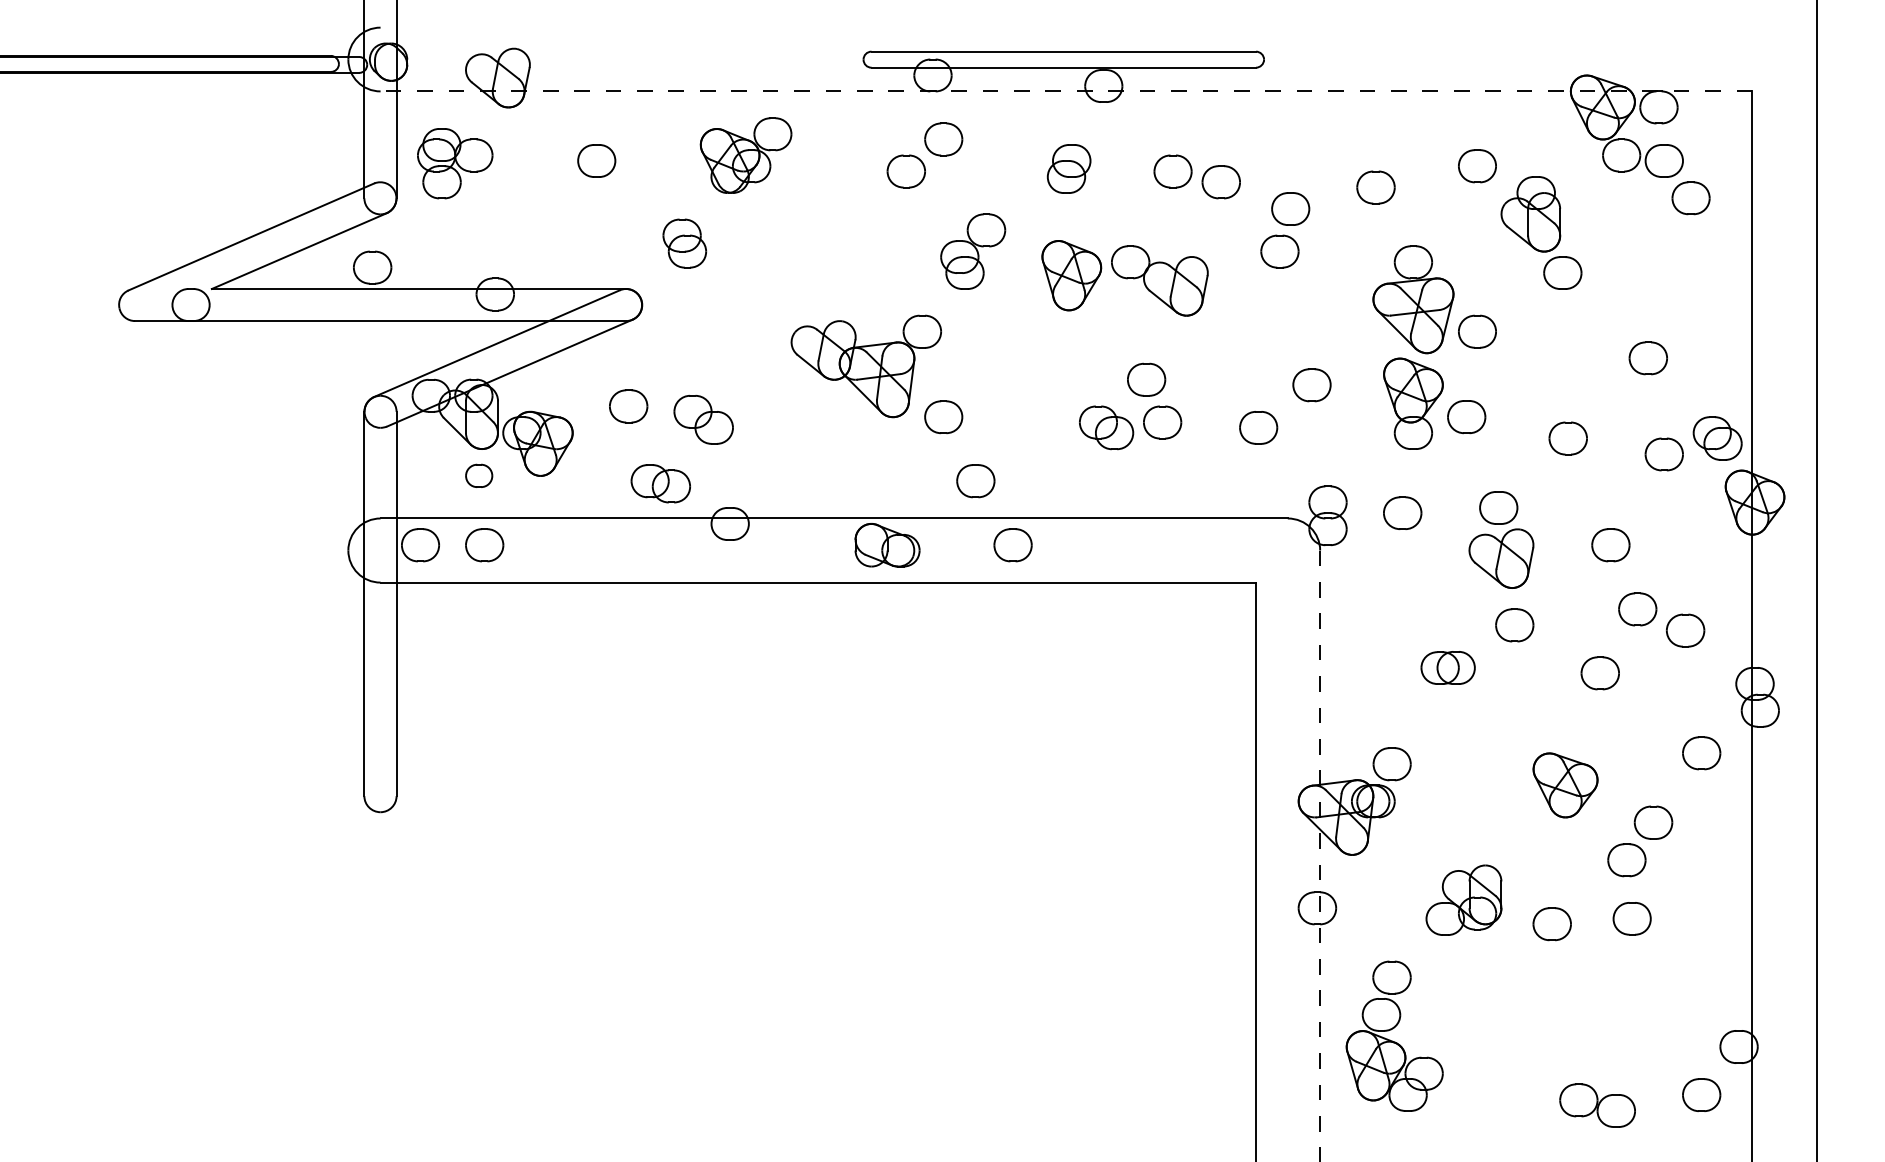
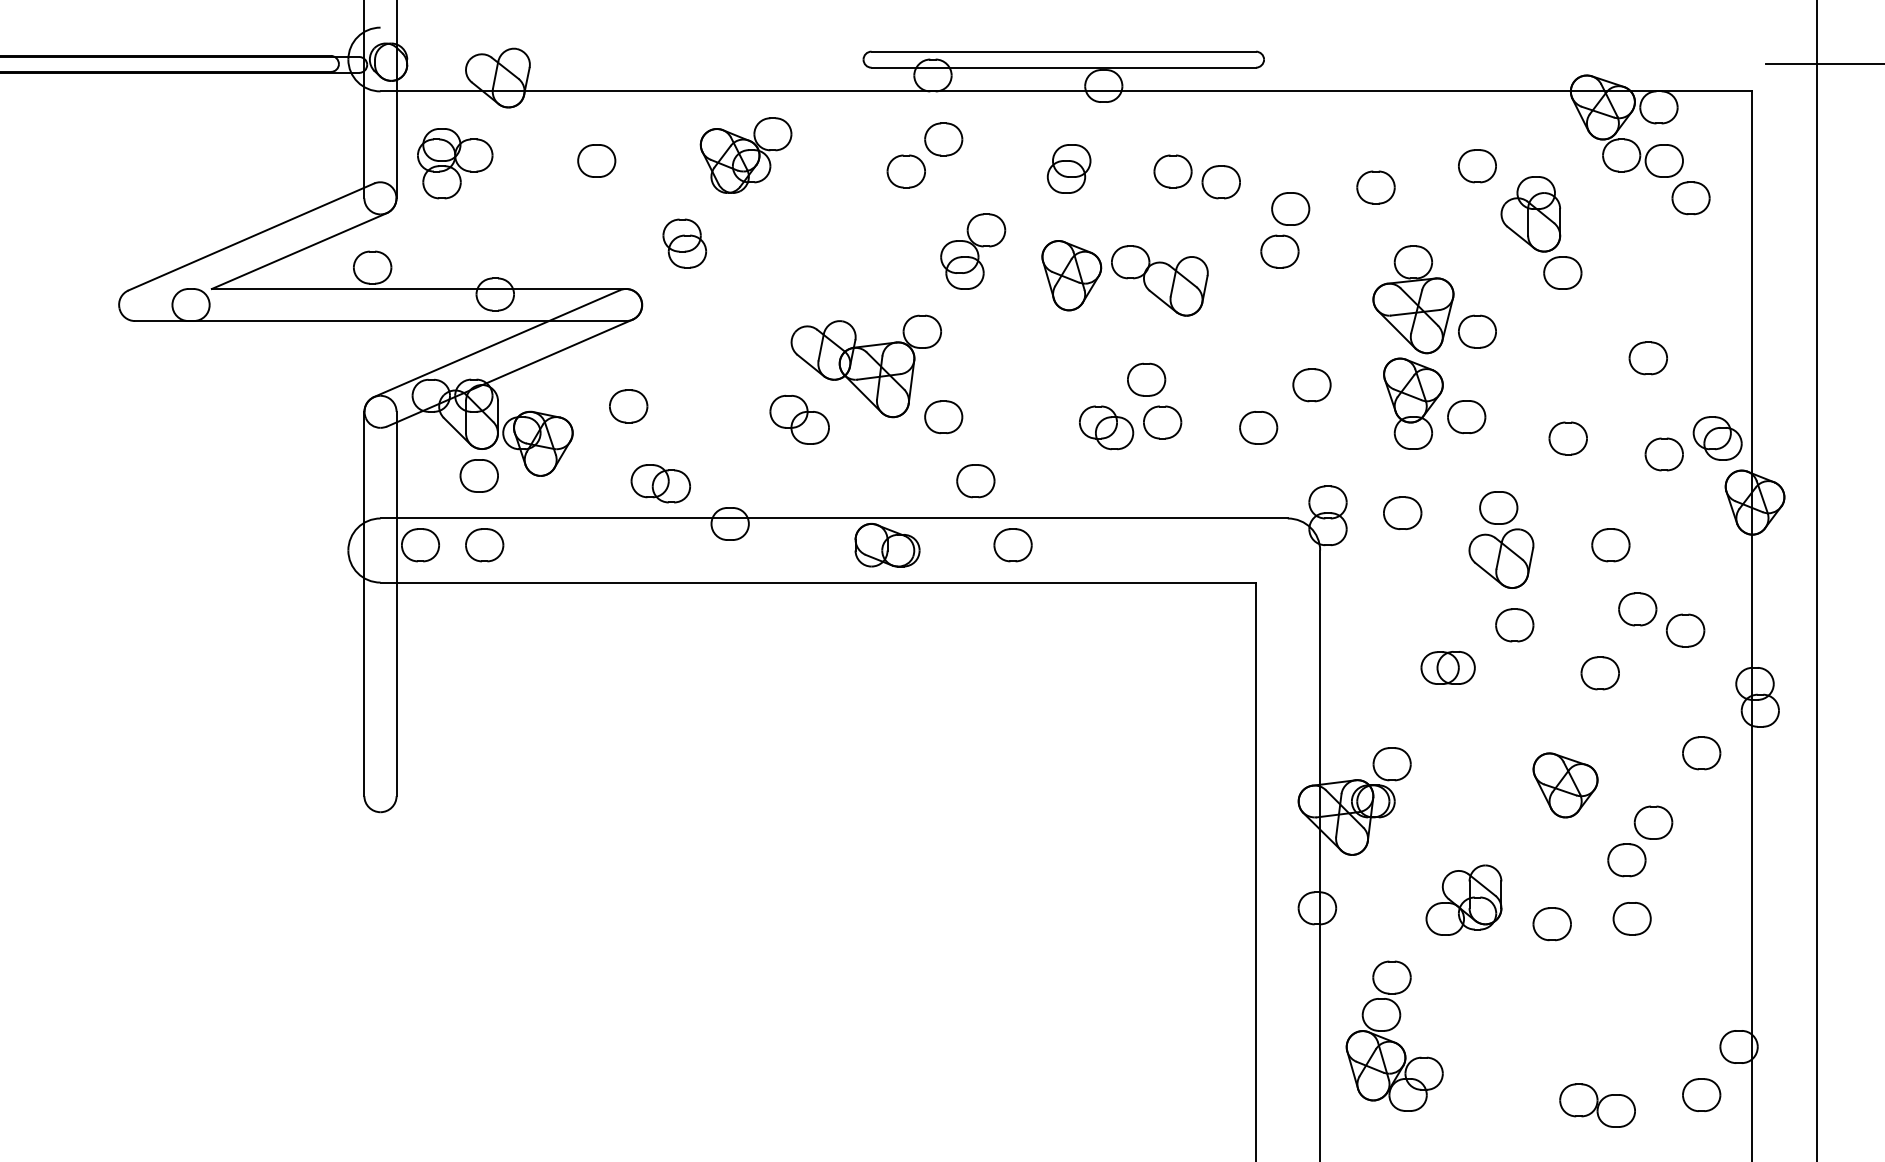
line at (1823, 64): none -> present
line at (1066, 91): dashed -> solid
part at (703, 419) position: (703, 419) -> (799, 419)
part at (479, 475) size: 29x25 px -> 40x34 px
line at (1320, 856): dashed -> solid
